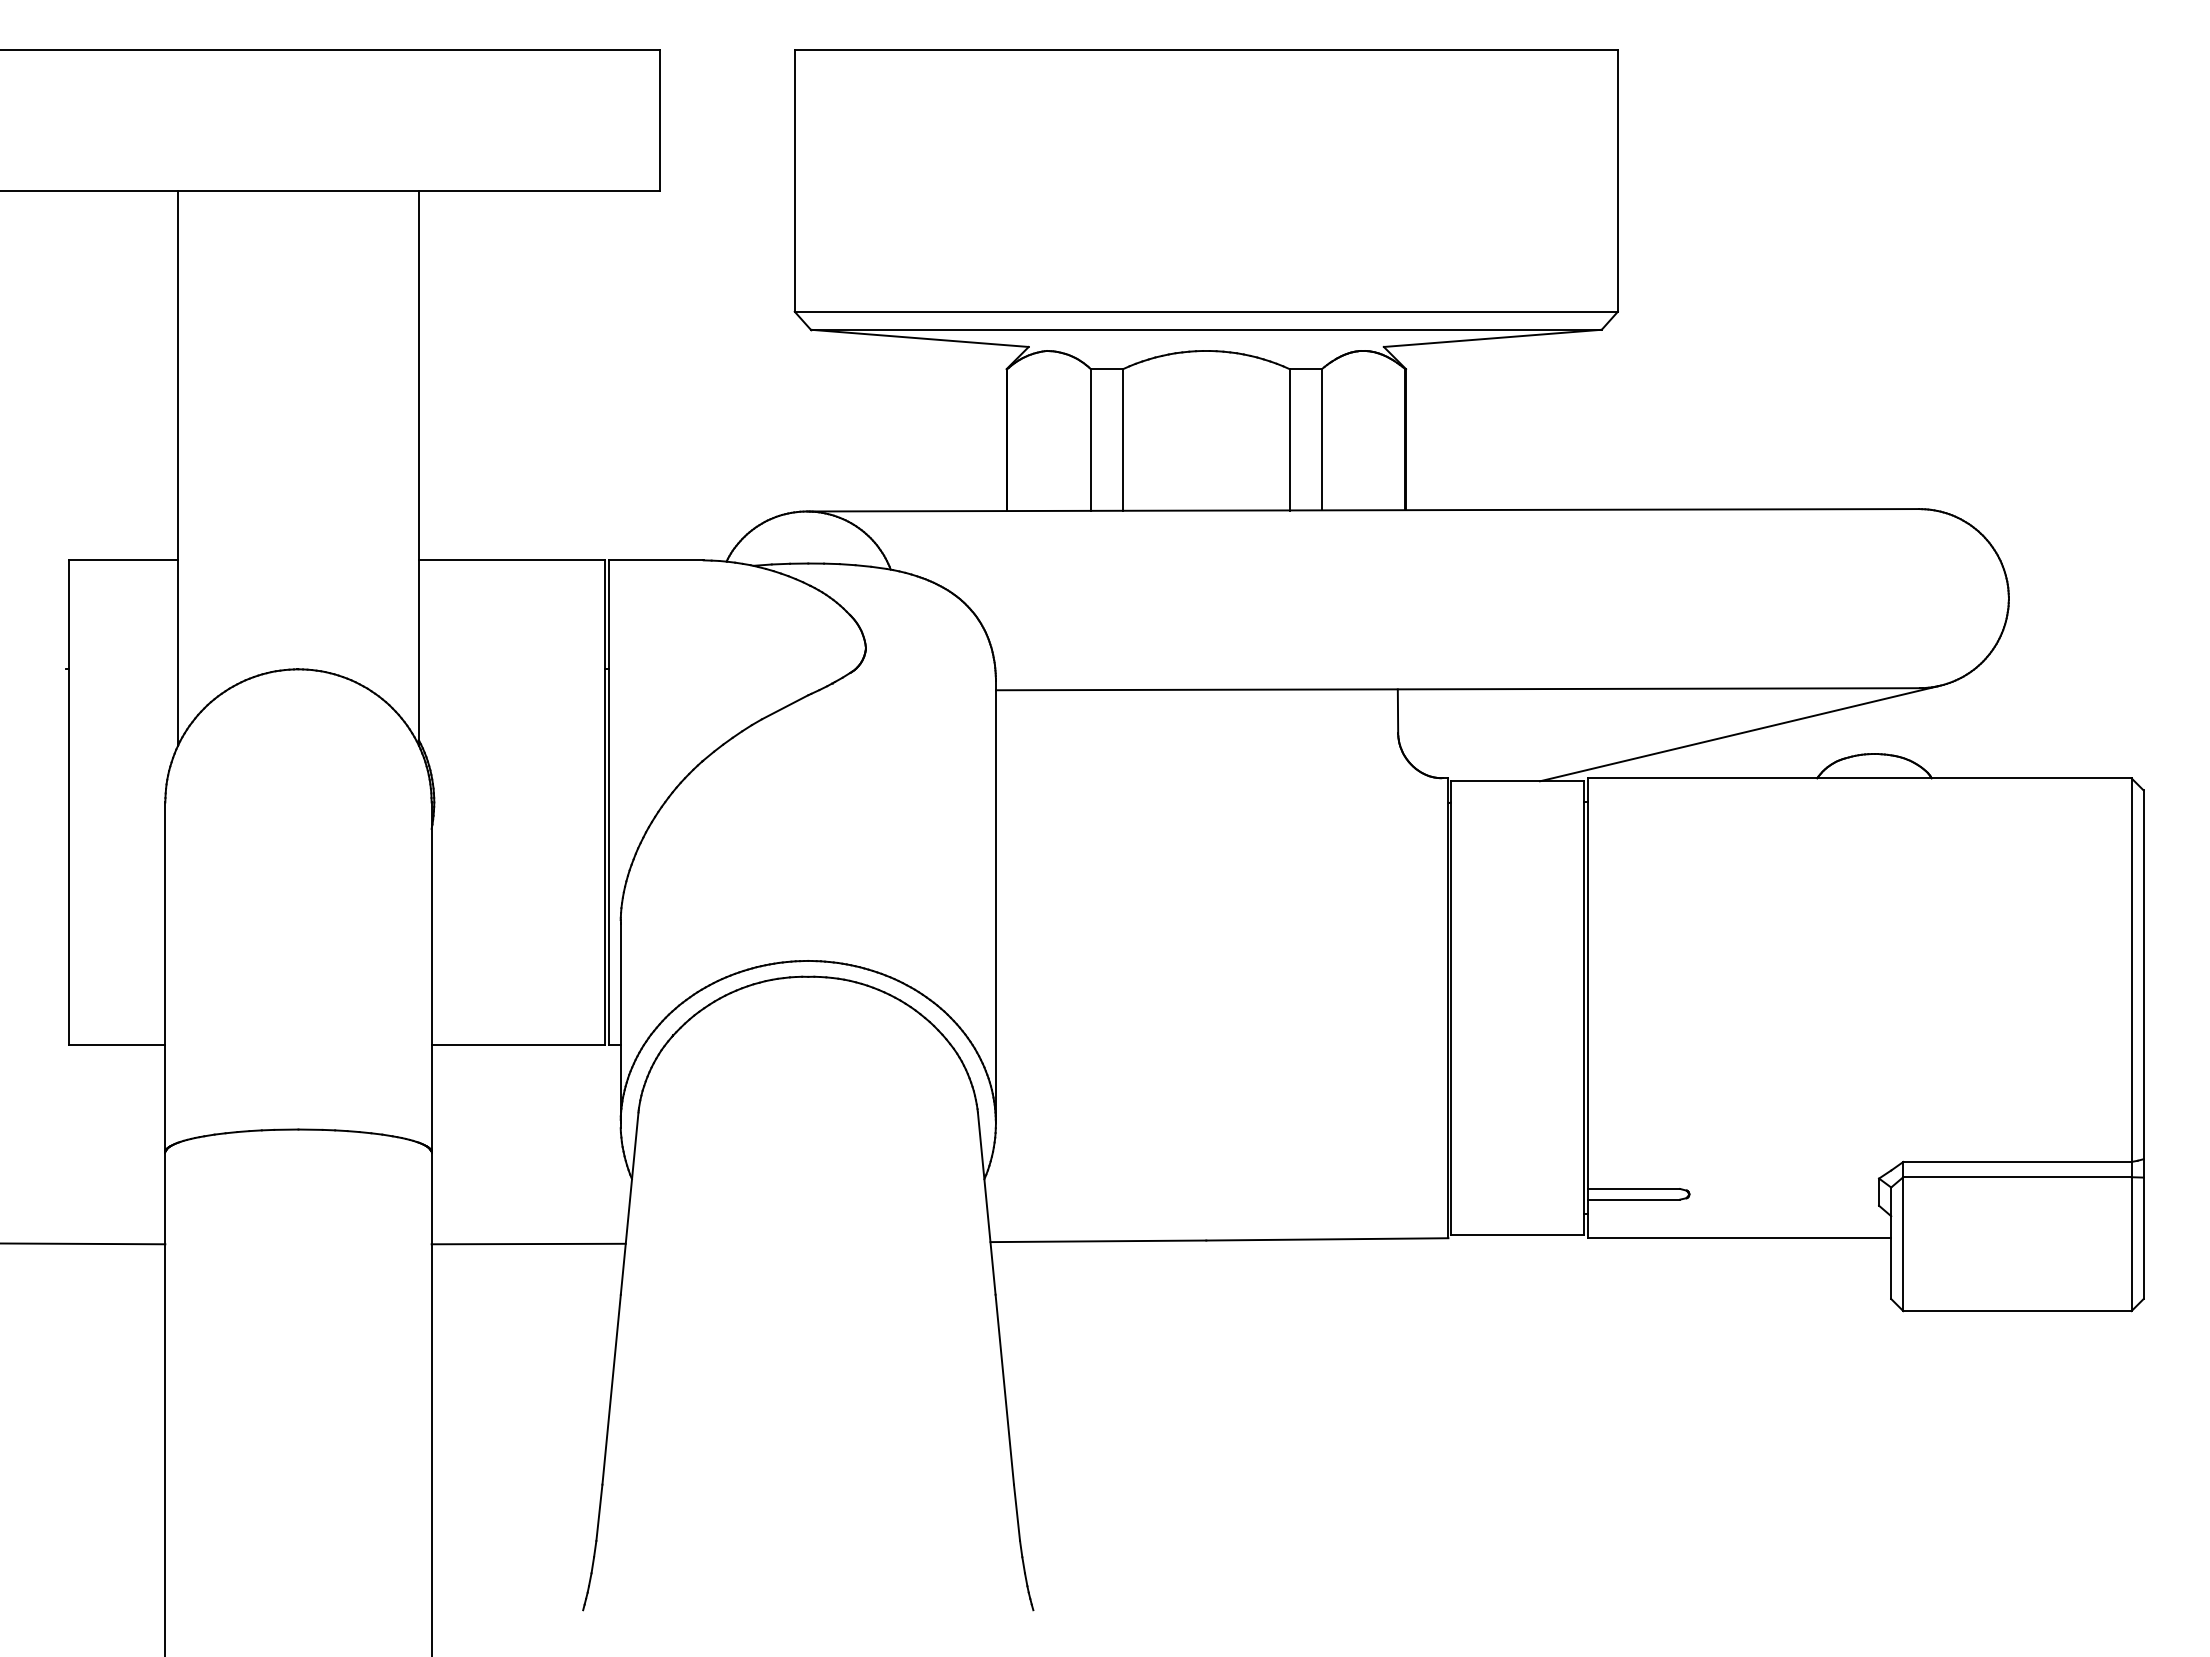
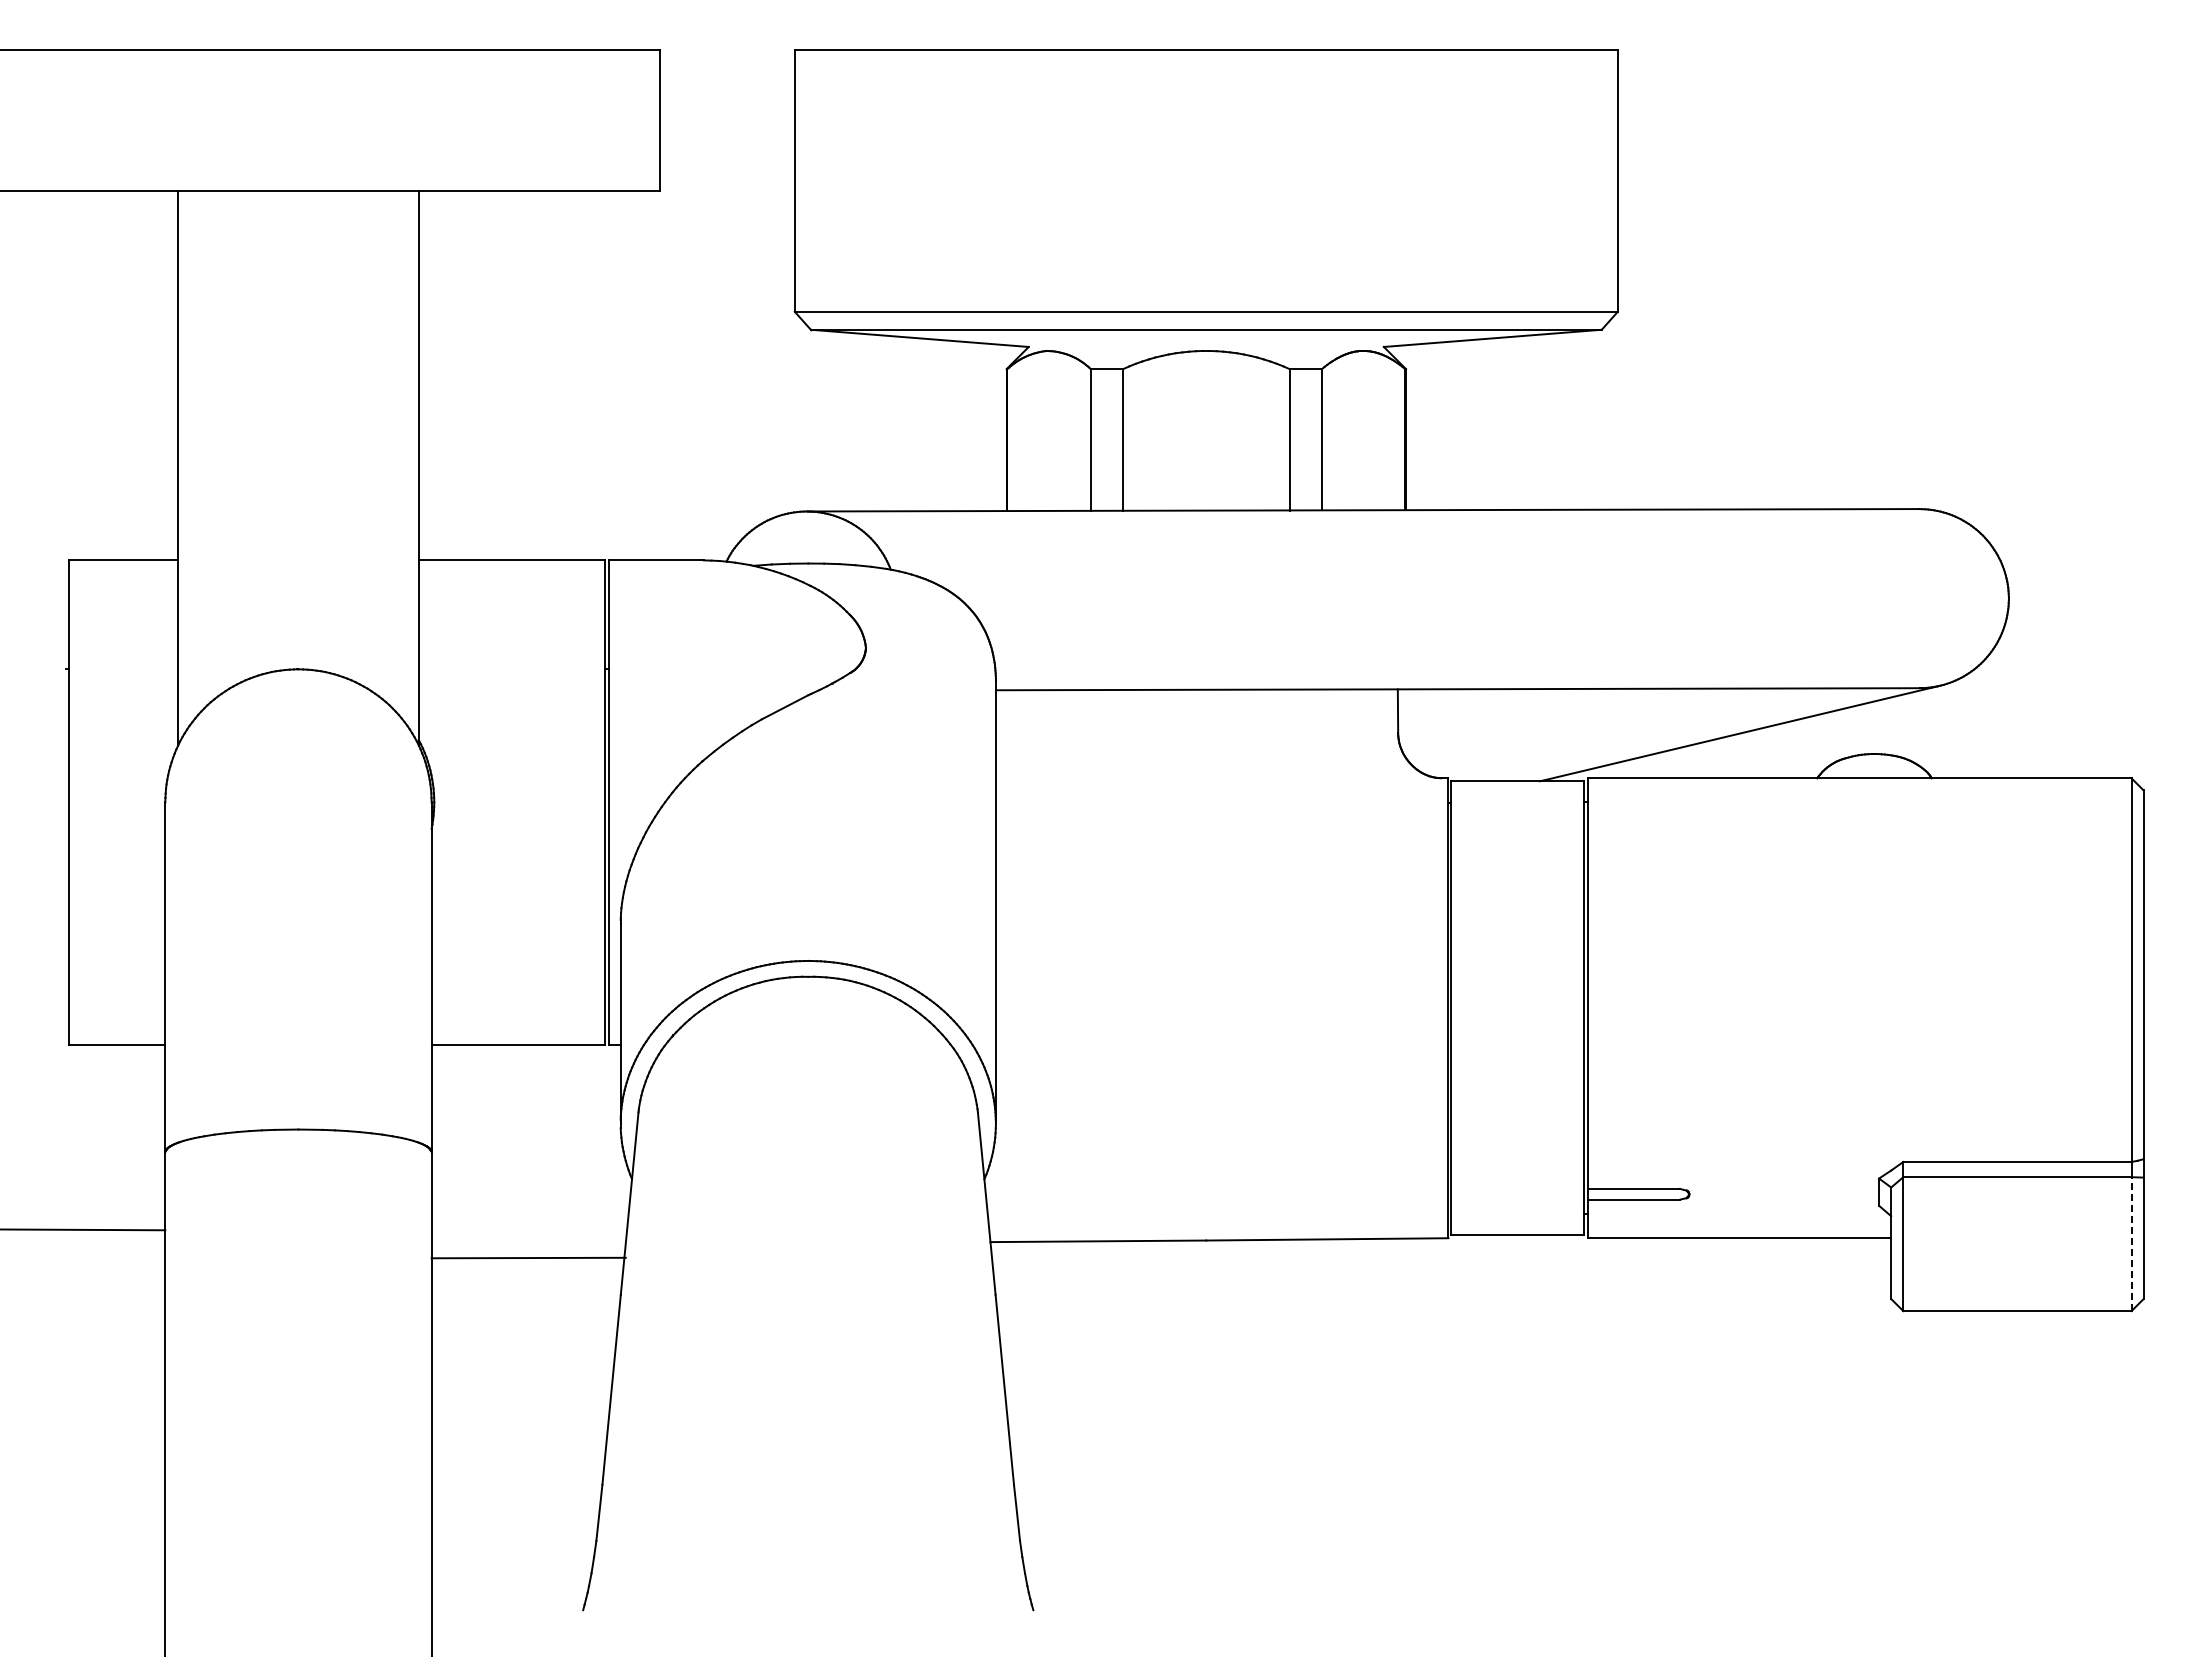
line at (83, 1243) position: (83, 1243) -> (83, 1229)
line at (528, 1243) position: (528, 1243) -> (528, 1257)
line at (2131, 1244): solid -> dashed
